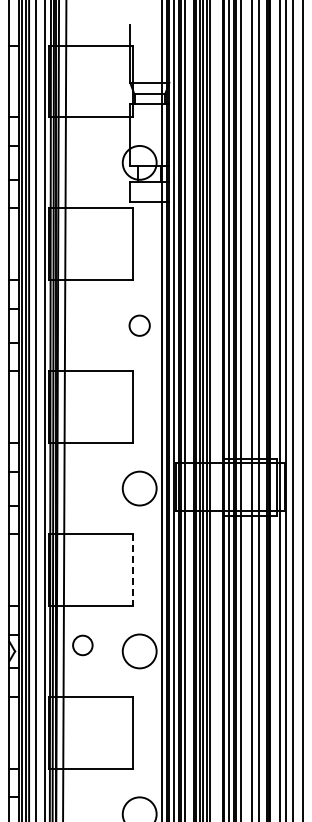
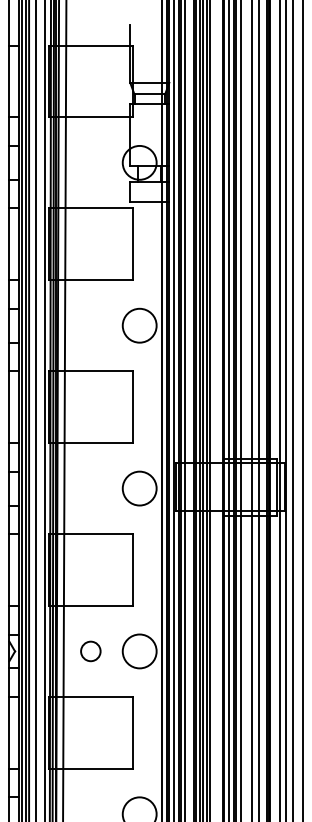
circle at (139, 325) diameter: 20 px -> 34 px
line at (133, 570): dashed -> solid
circle at (82, 645) position: (82, 645) -> (90, 651)
